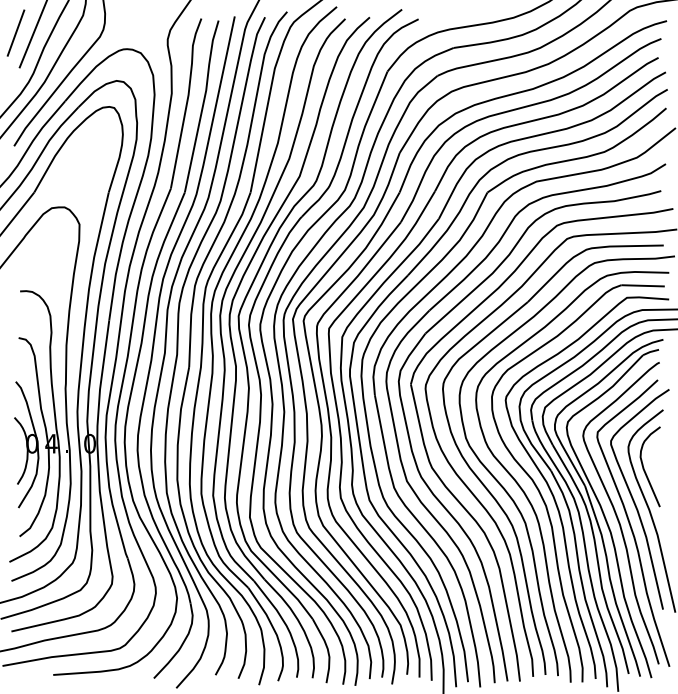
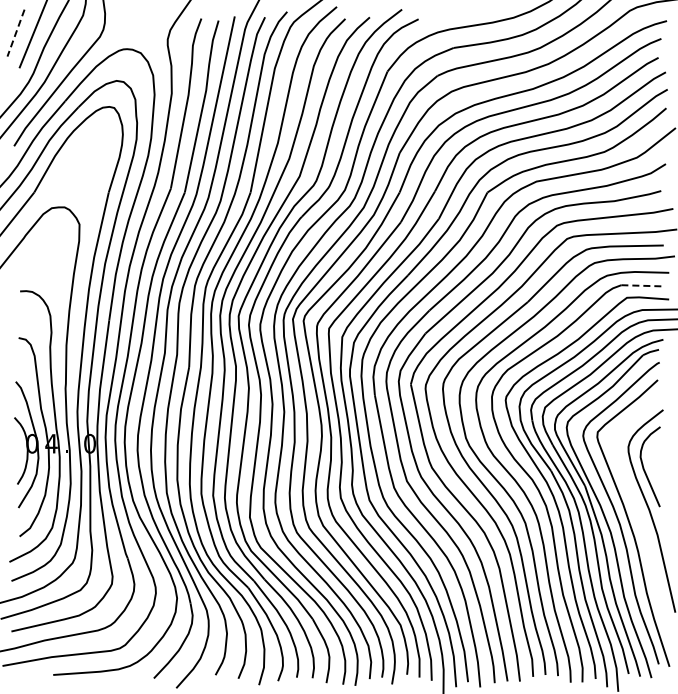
line at (16, 33): solid -> dashed
line at (643, 285): solid -> dashed
curve at (635, 502): present -> none
